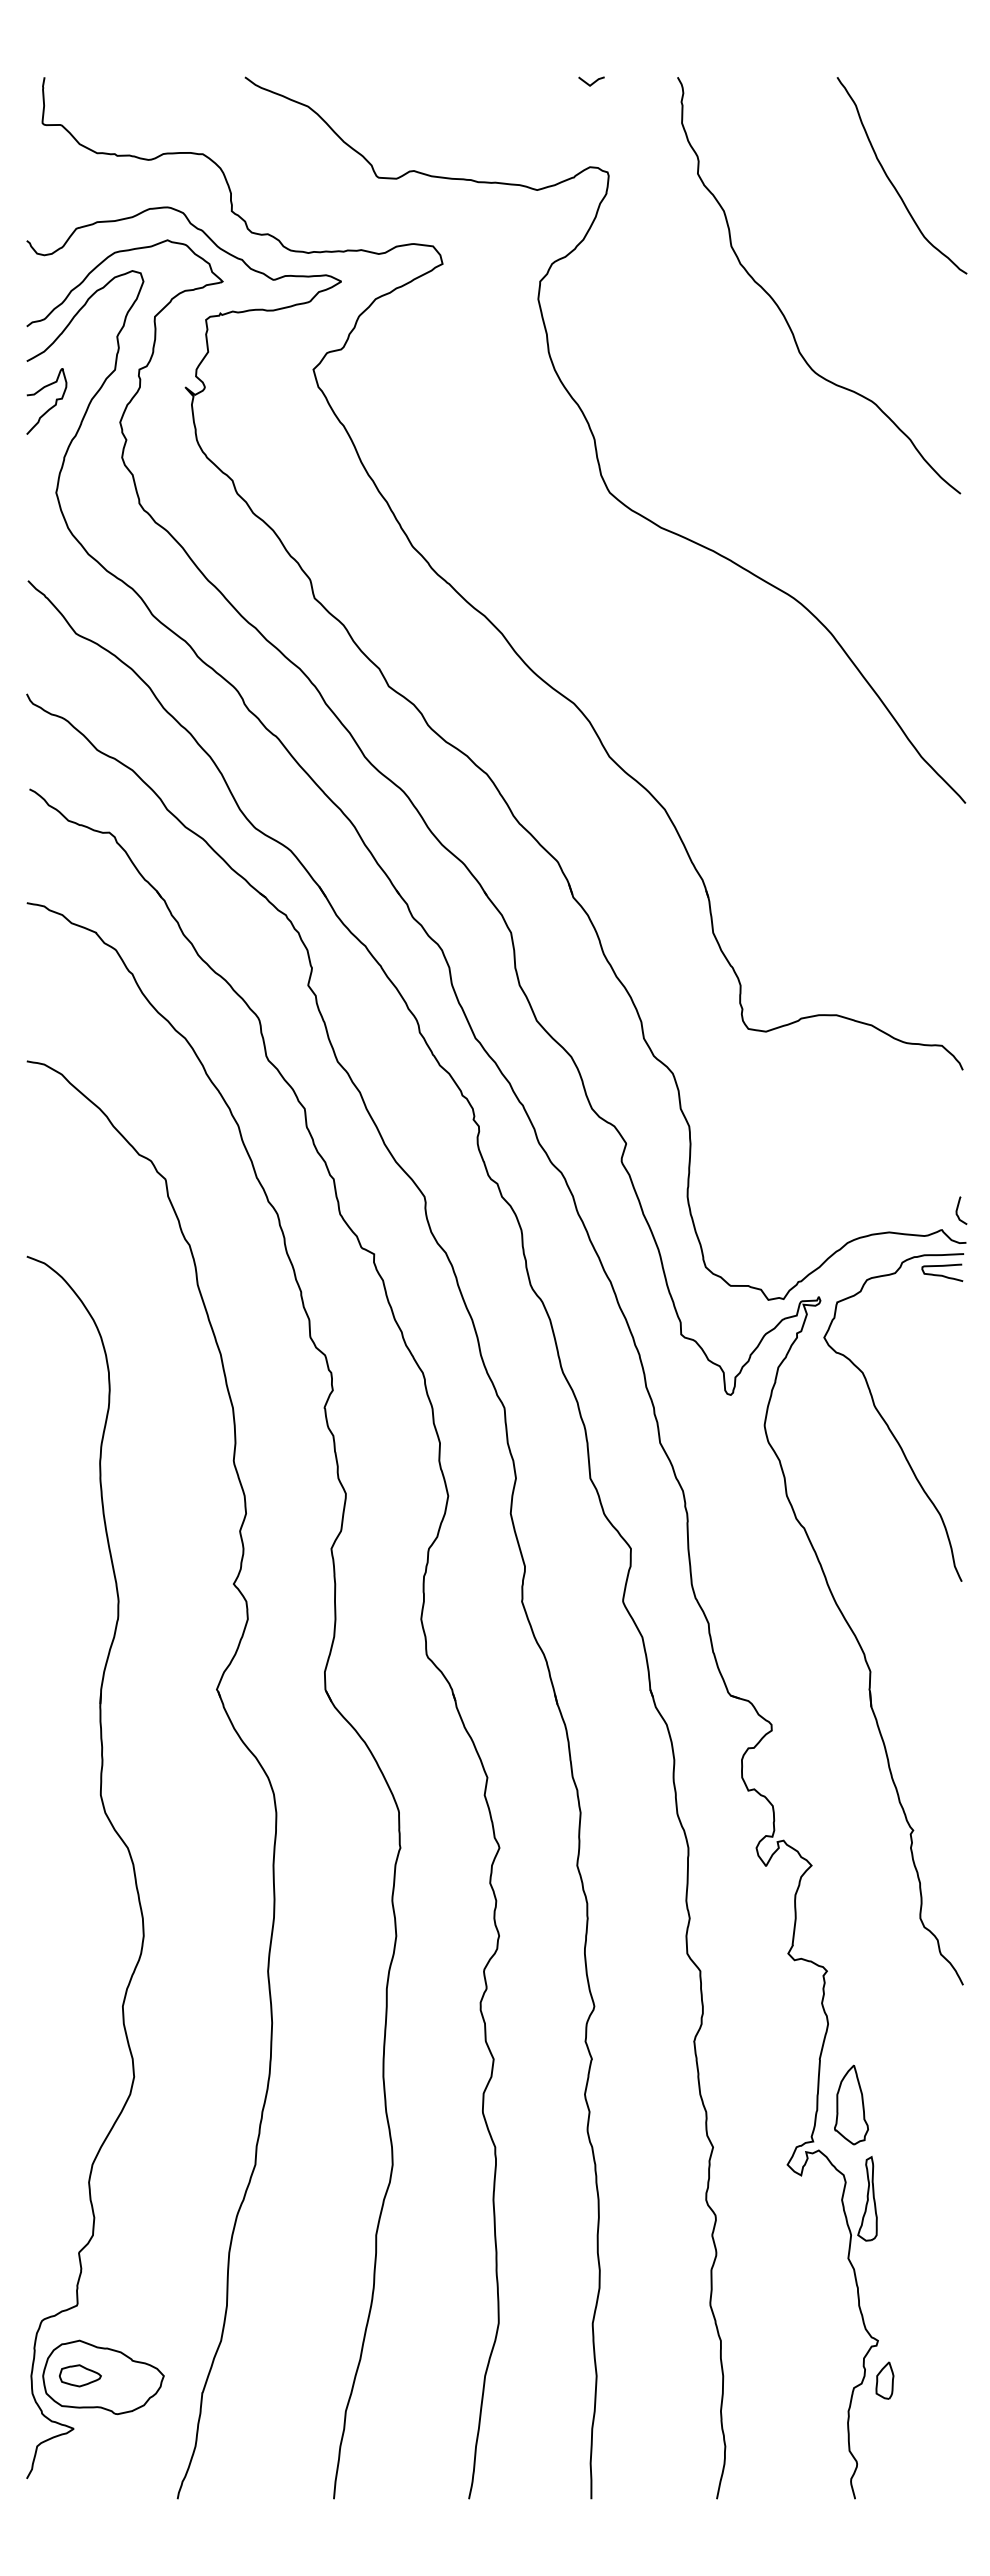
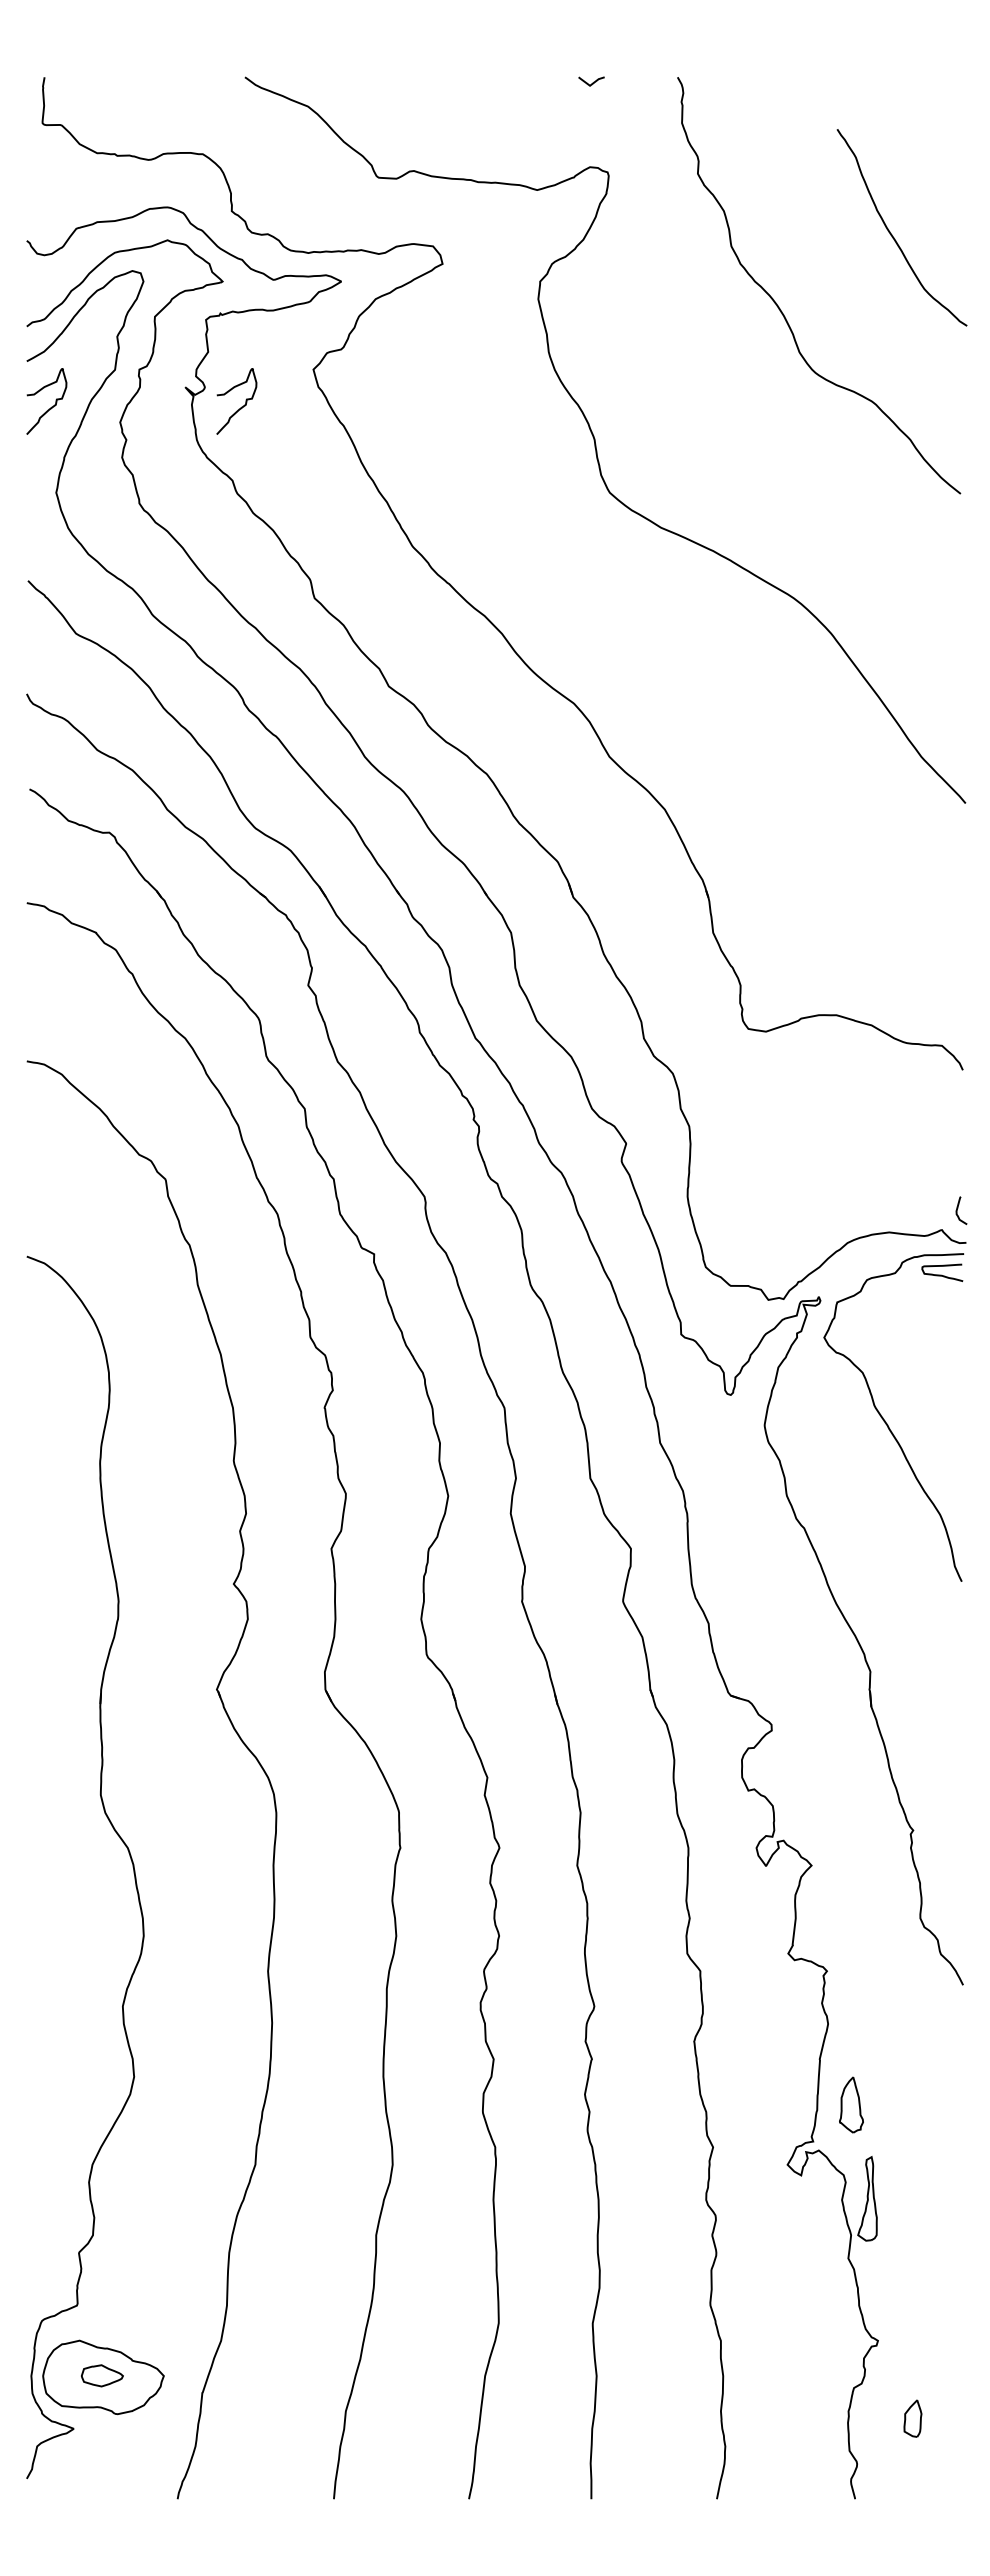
curve at (892, 182) position: (892, 182) -> (892, 234)
curve at (241, 406): none -> present
part at (851, 2104) size: 35x82 px -> 25x58 px
part at (80, 2375) position: (80, 2375) -> (102, 2375)
part at (884, 2380) position: (884, 2380) -> (912, 2418)
